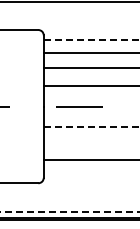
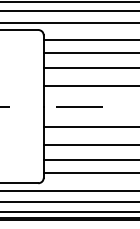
line at (69, 11): none -> present
line at (69, 22): none -> present
line at (91, 40): dashed -> solid
line at (91, 127): dashed -> solid
line at (89, 144): none -> present
line at (89, 173): none -> present
line at (69, 190): none -> present
line at (69, 202): none -> present
line at (70, 211): dashed -> solid
